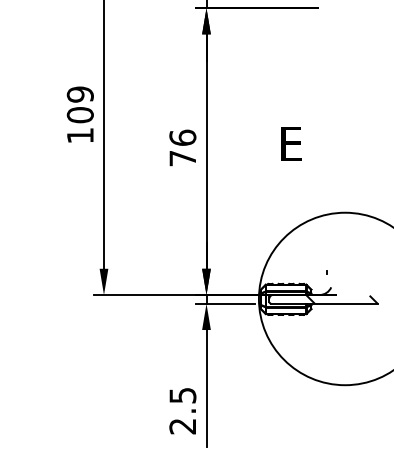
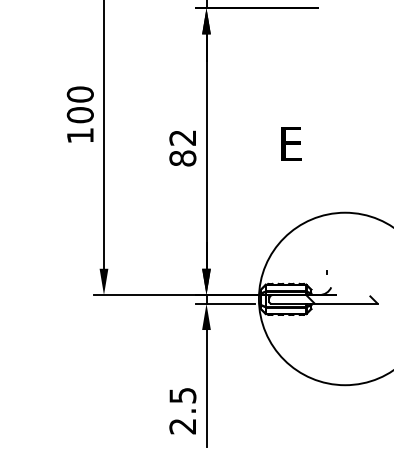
text at (80, 94): 109 -> 100
text at (182, 147): 76 -> 82
